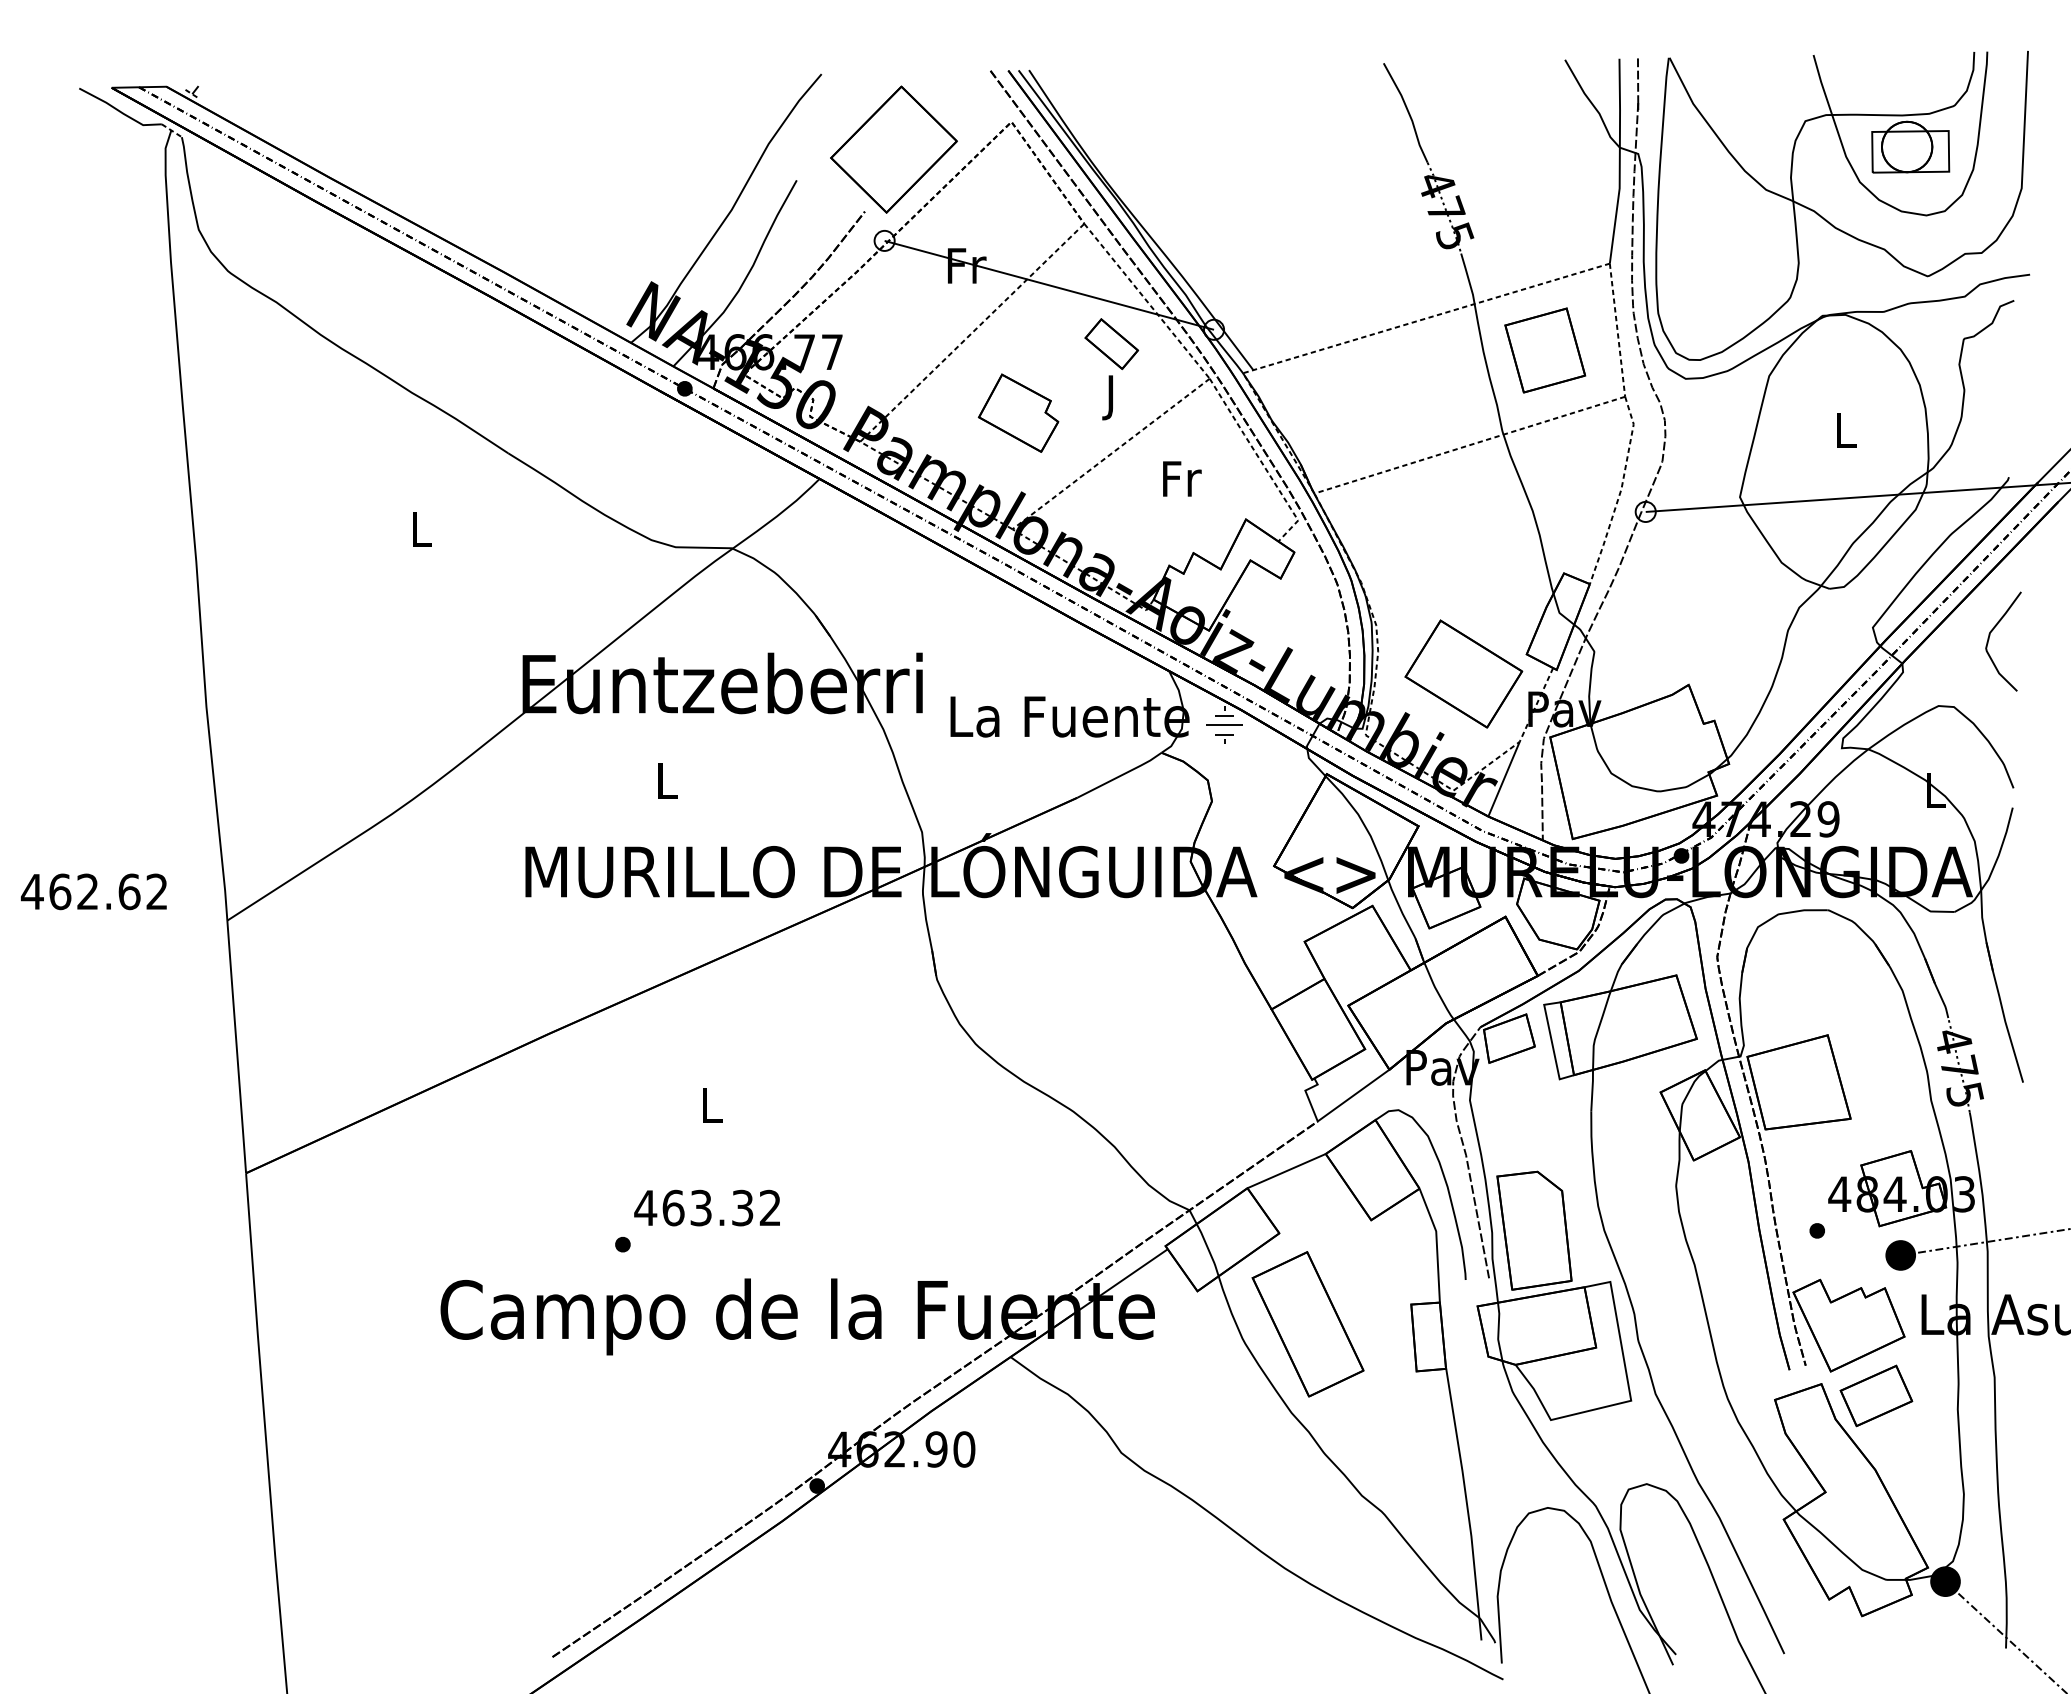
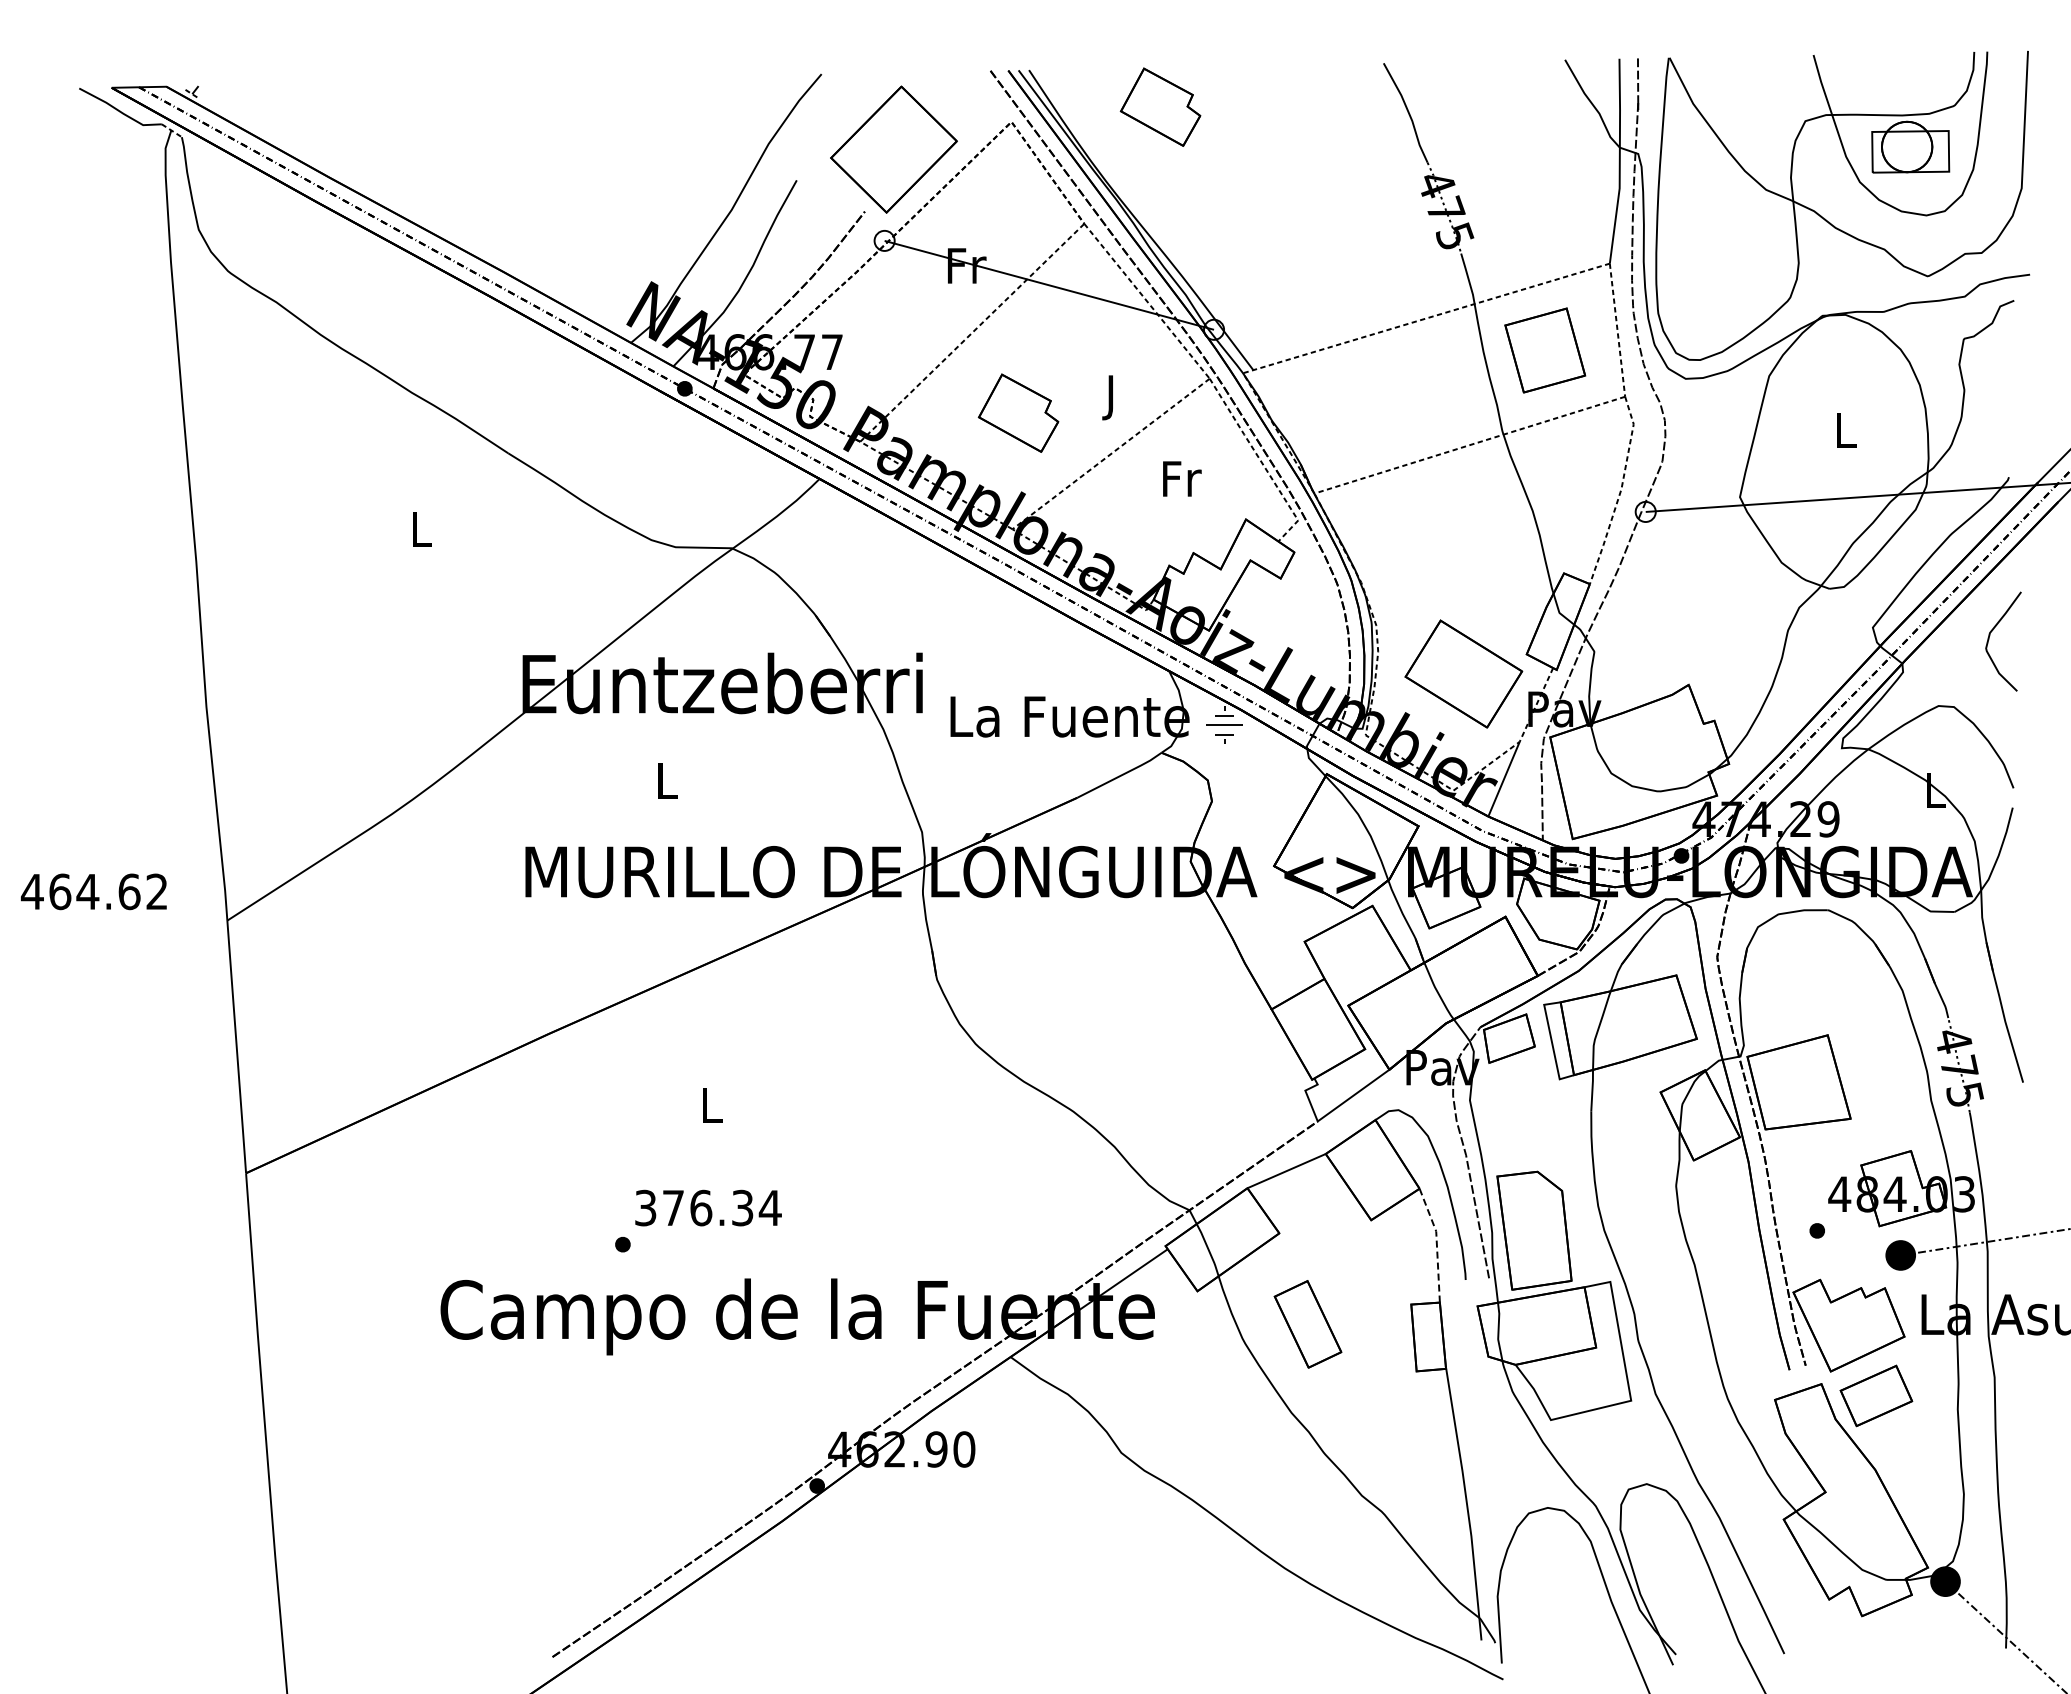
part at (1160, 106): none -> present
part at (1111, 344): present -> none
text at (87, 891): 462.62 -> 464.62
text at (707, 1207): 463.32 -> 376.34
line at (1436, 1244): solid -> dashed
part at (1307, 1324) size: 114x147 px -> 70x89 px
